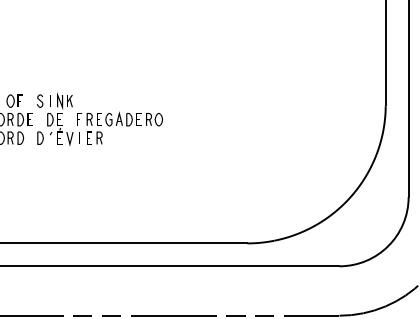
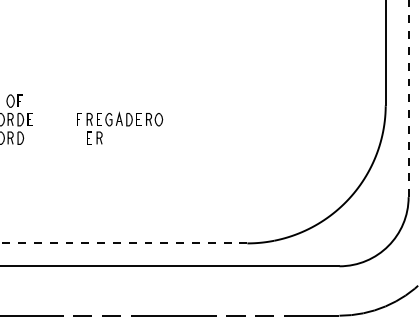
line at (408, 98): solid -> dashed
part at (58, 119): present -> none
line at (123, 243): solid -> dashed
